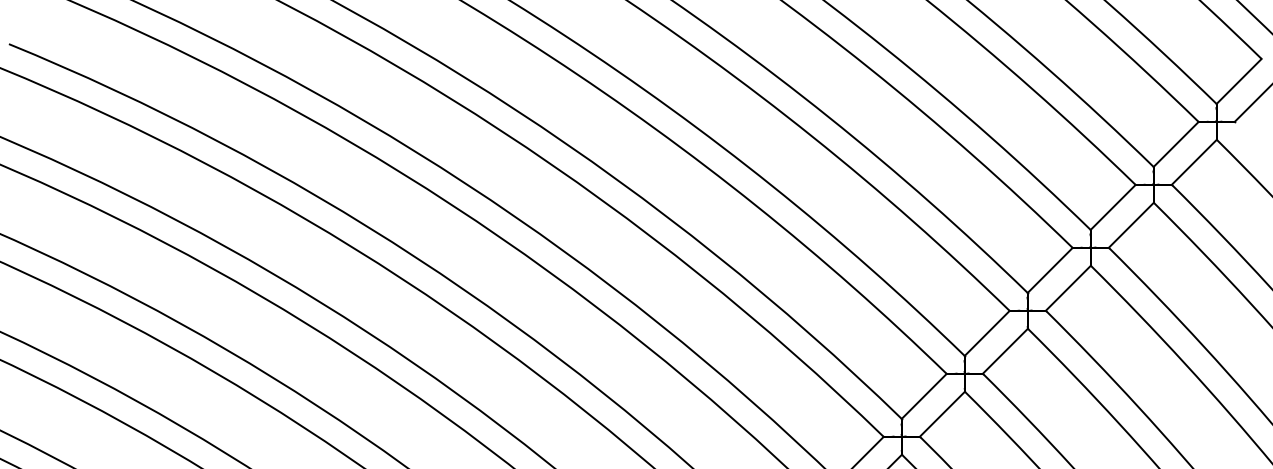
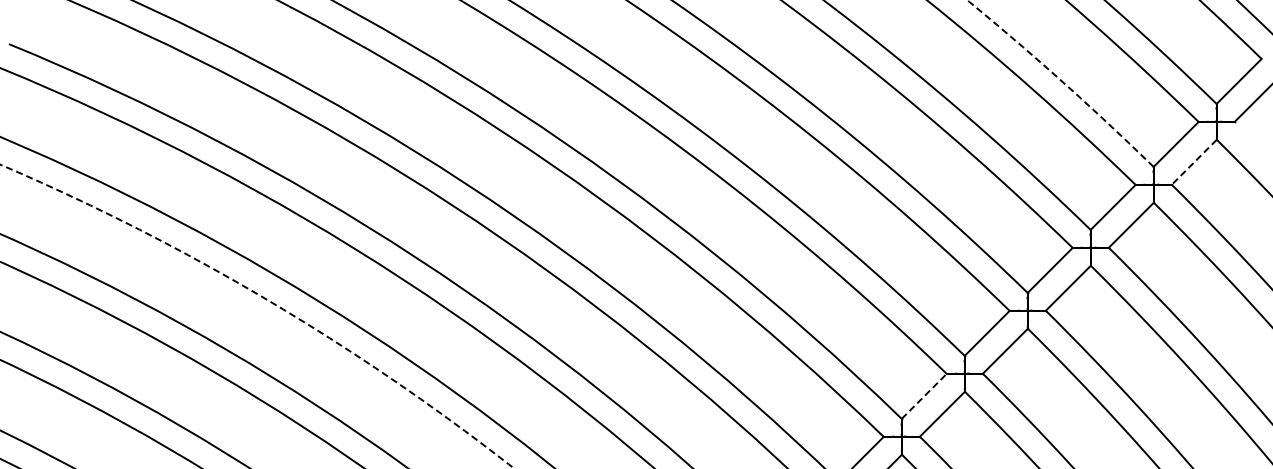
arc at (1061, 81): solid -> dashed
line at (1194, 162): solid -> dashed
arc at (267, 299): solid -> dashed
line at (924, 396): solid -> dashed
